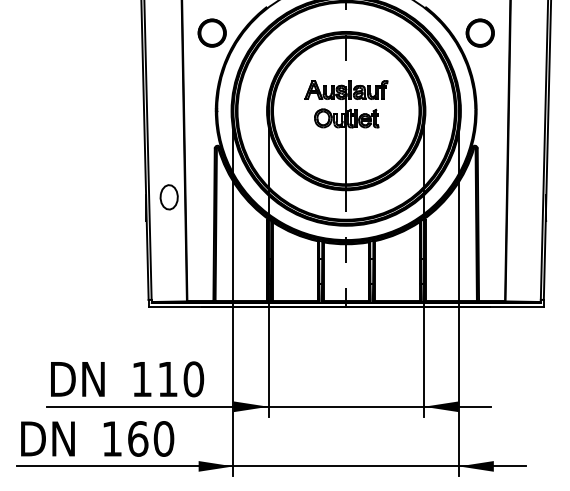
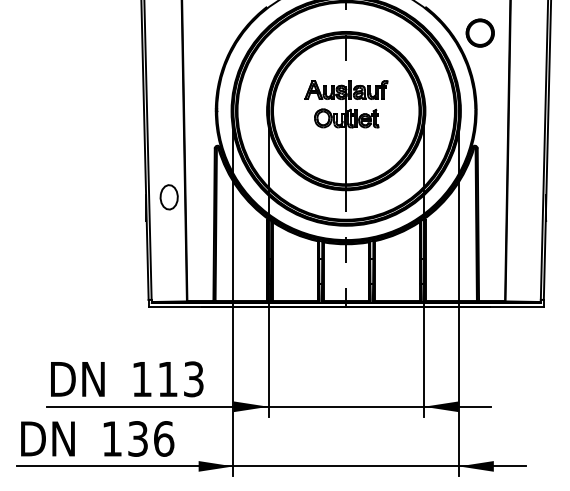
part at (211, 32): present -> none
text at (193, 379): 110 -> 113
text at (151, 438): 160 -> 136
